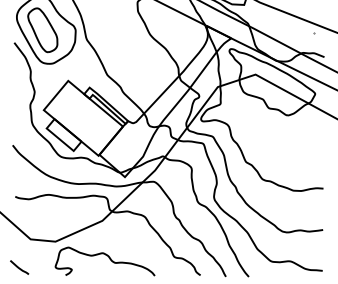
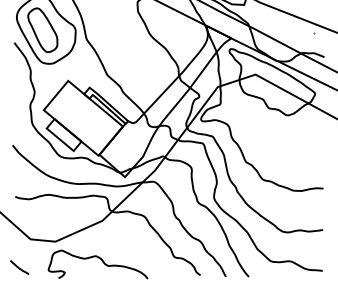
curve at (109, 259) position: (109, 259) -> (102, 262)
